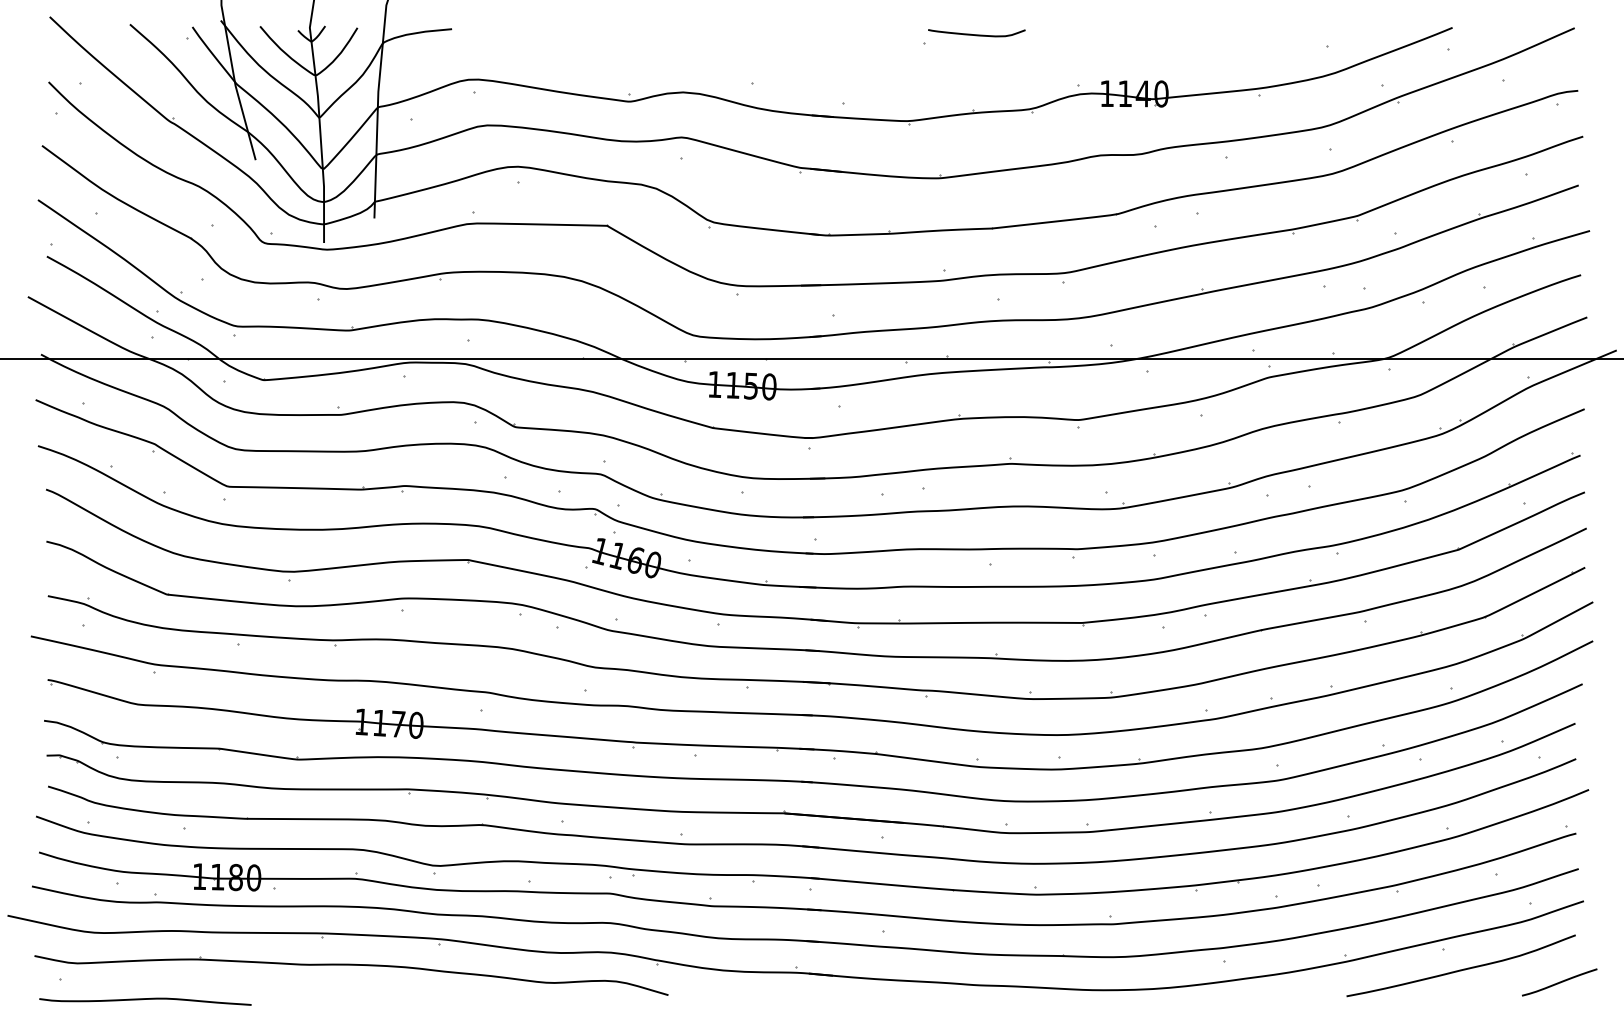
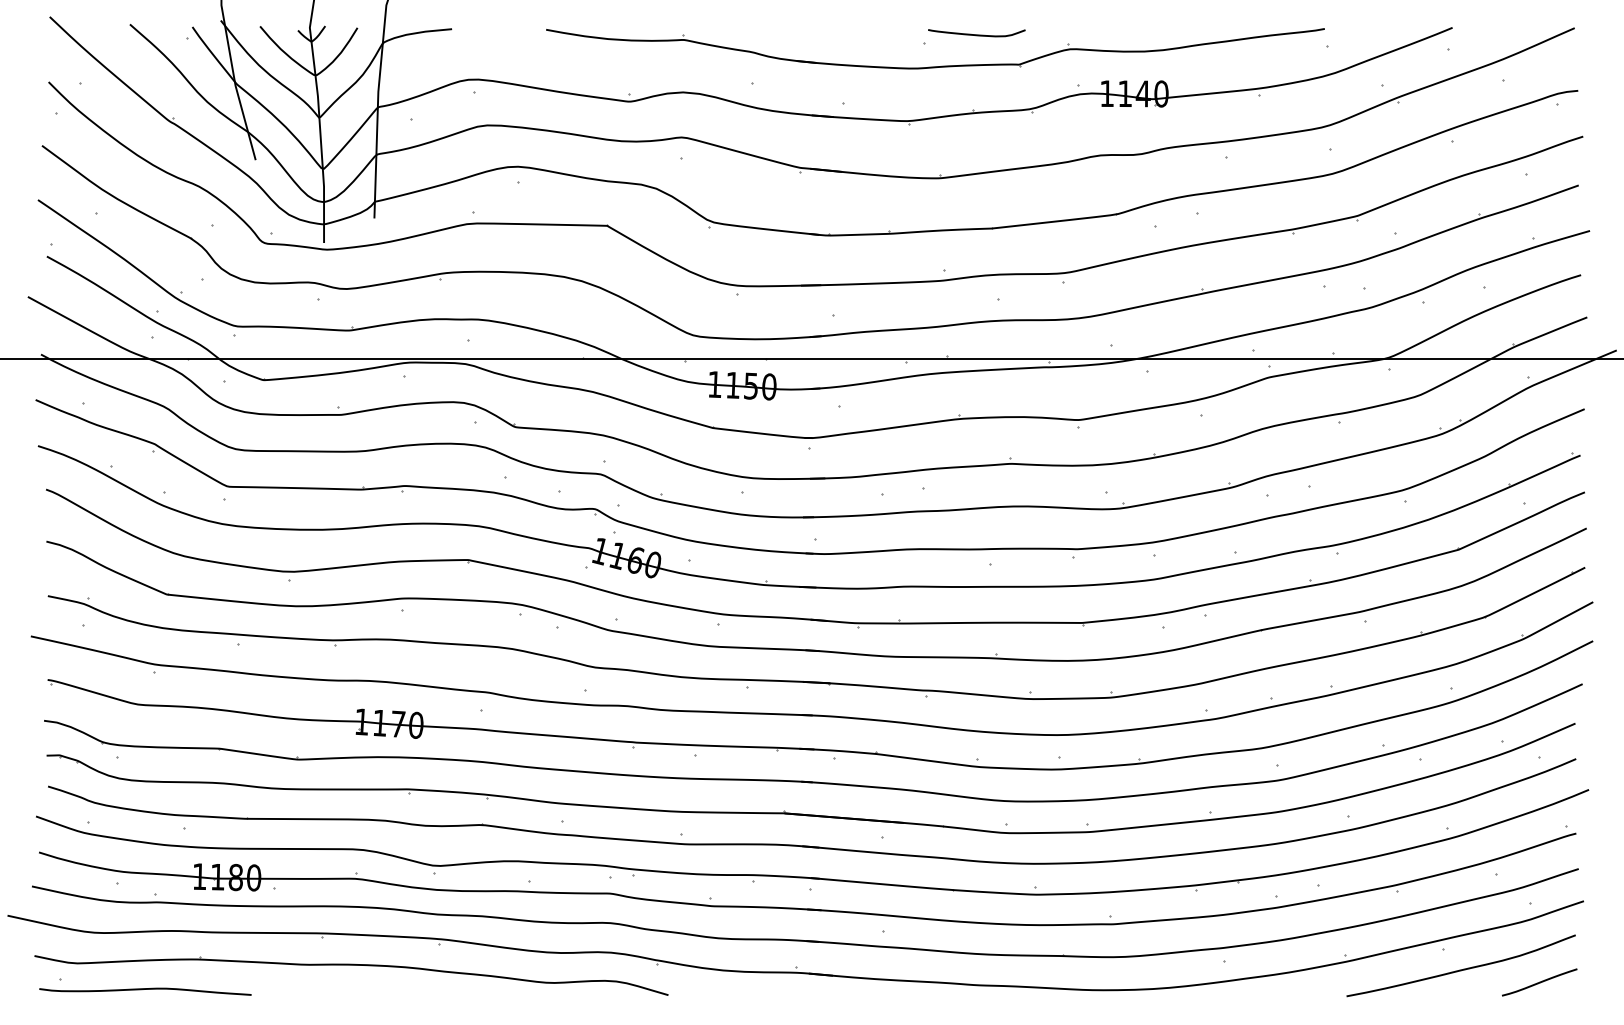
part at (935, 66): none -> present
curve at (1559, 982) position: (1559, 982) -> (1539, 982)
curve at (145, 999) position: (145, 999) -> (145, 989)
